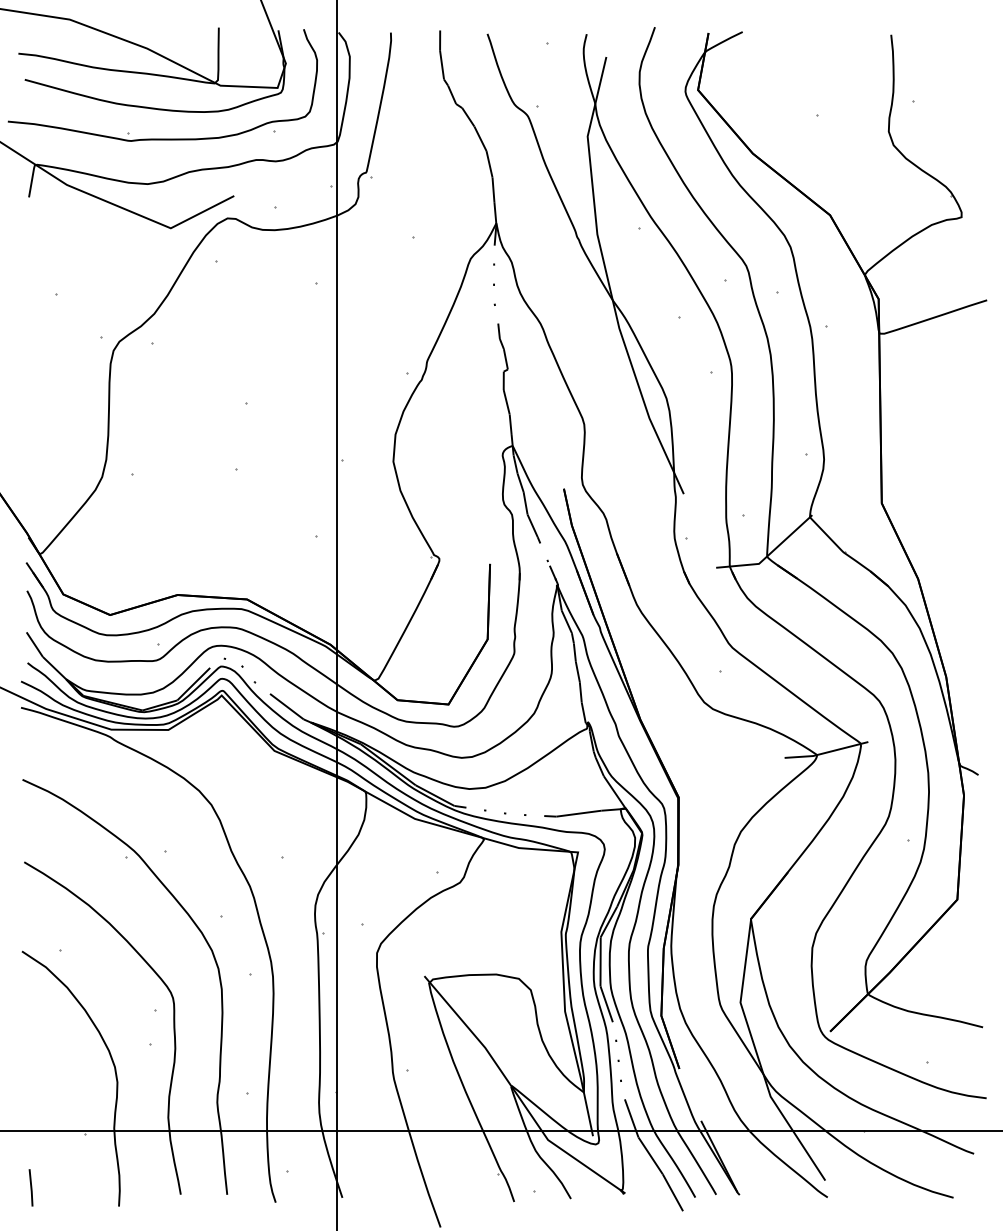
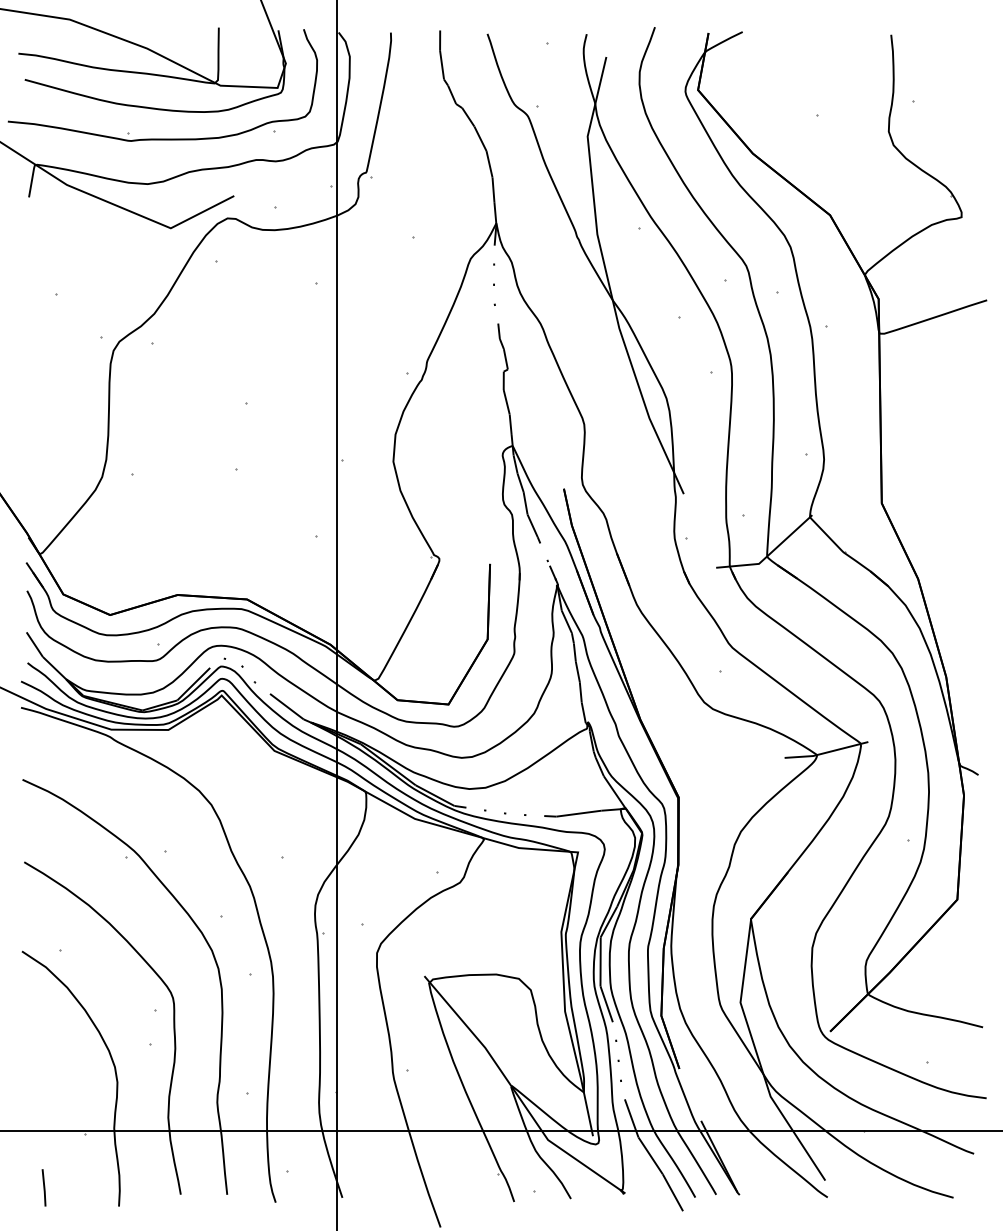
line at (30, 1187) position: (30, 1187) -> (43, 1187)
